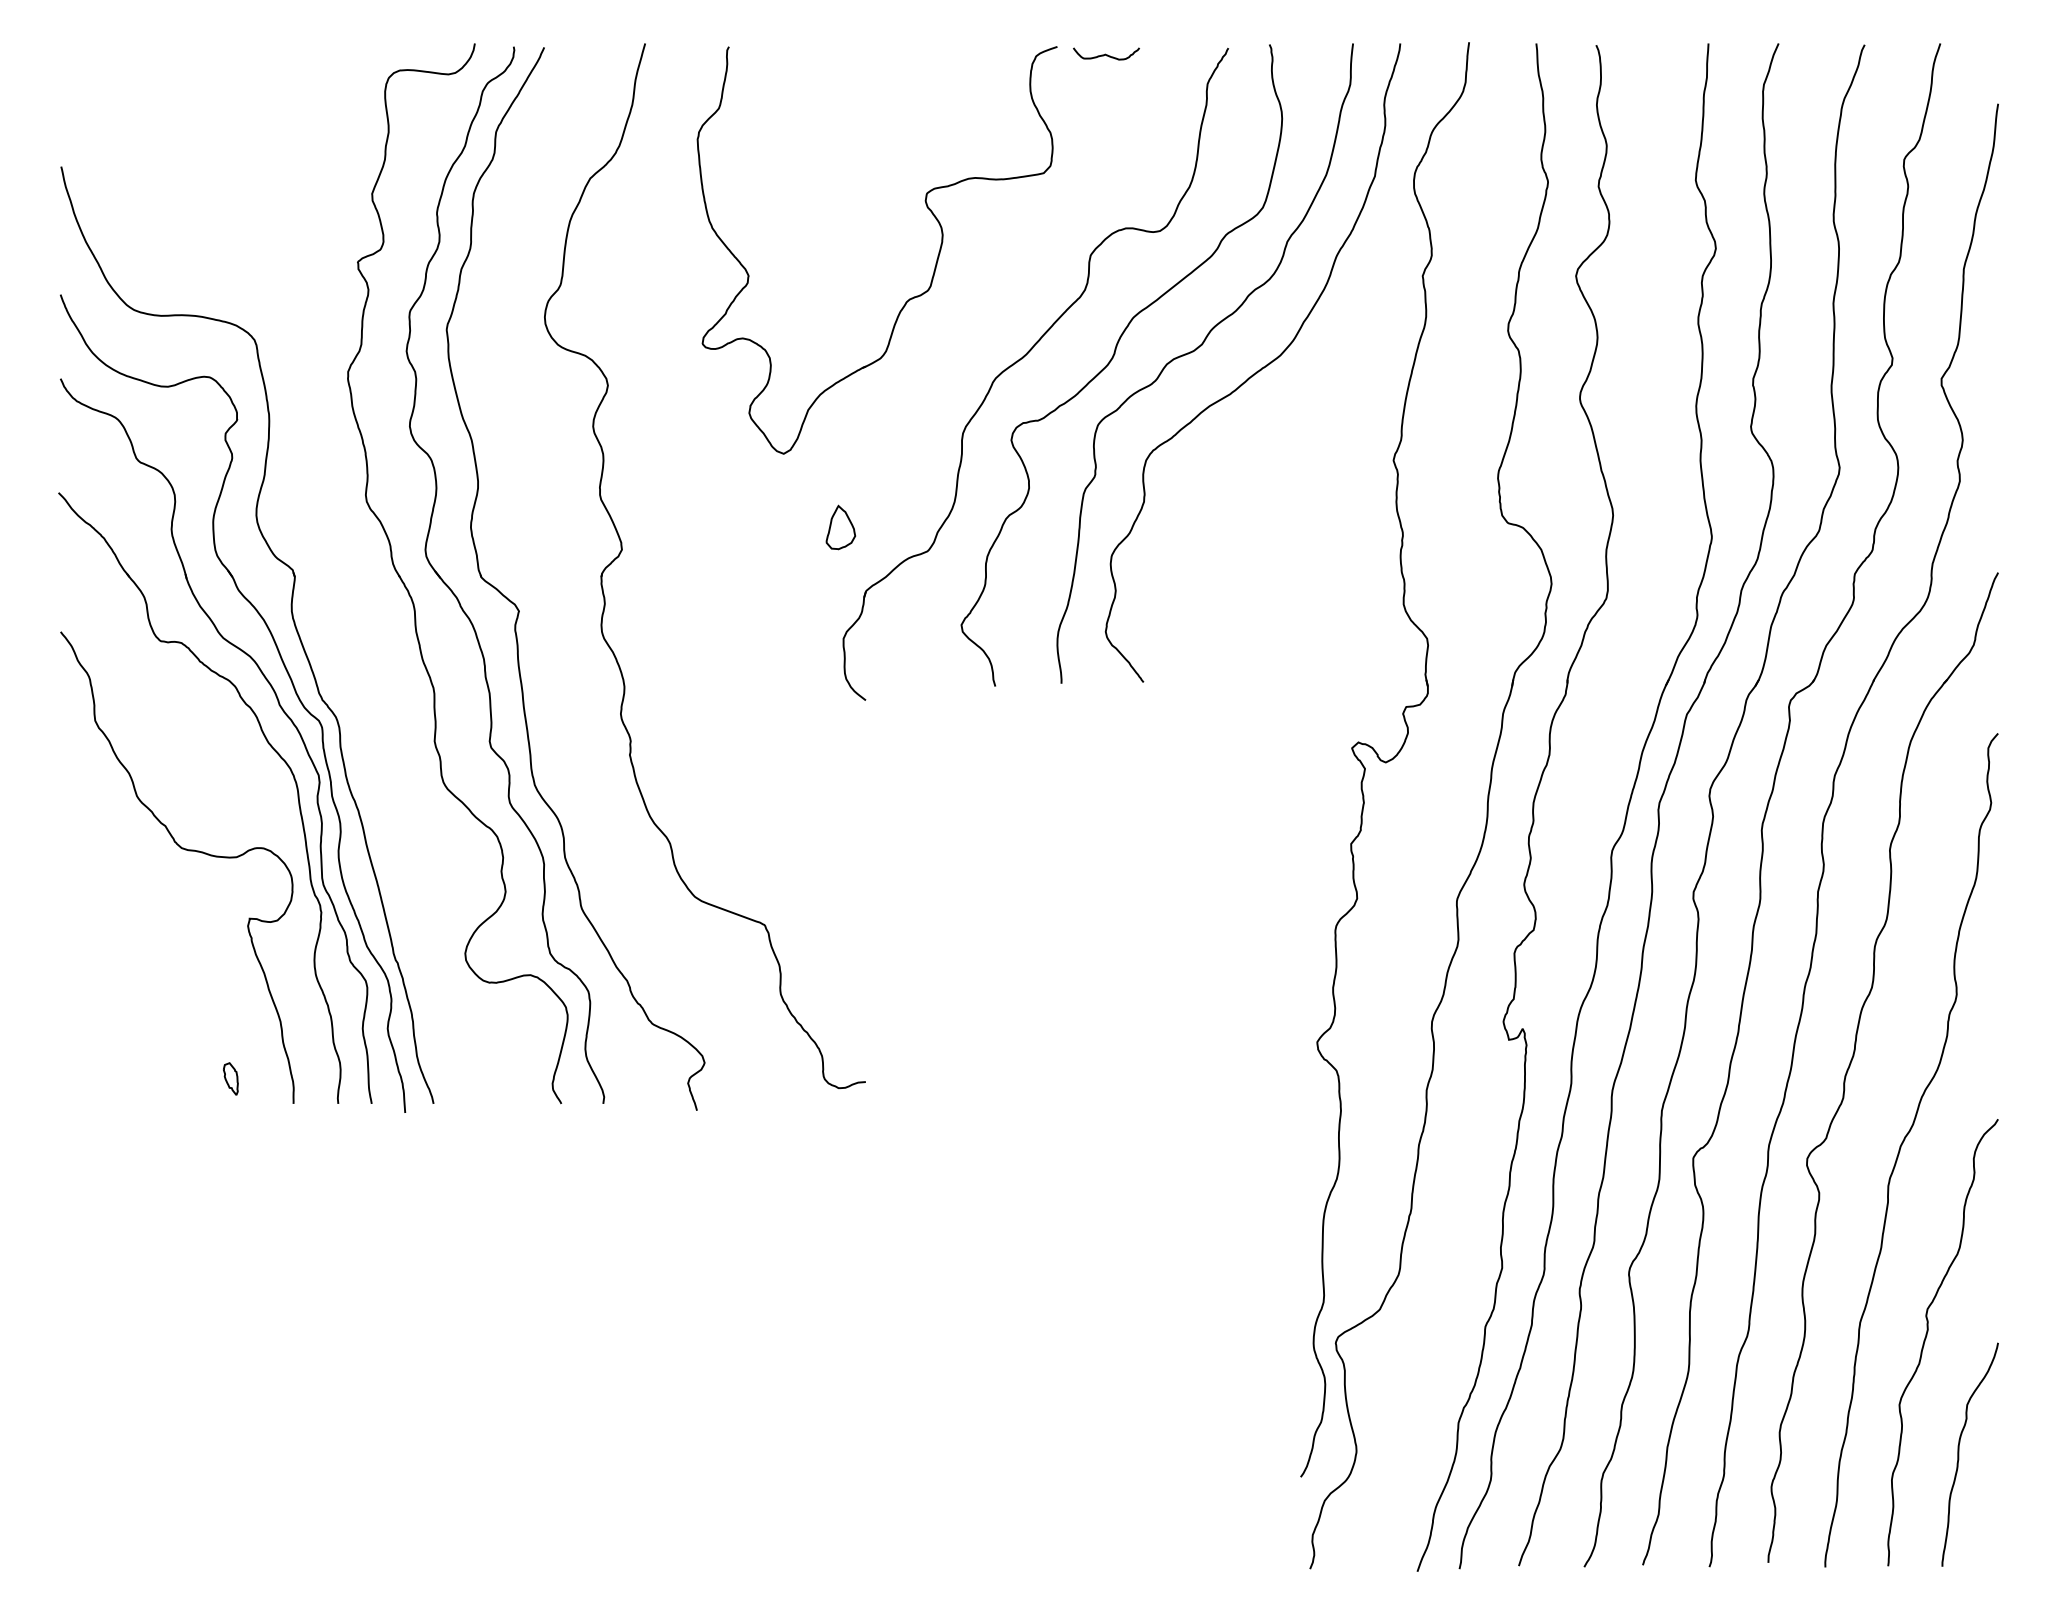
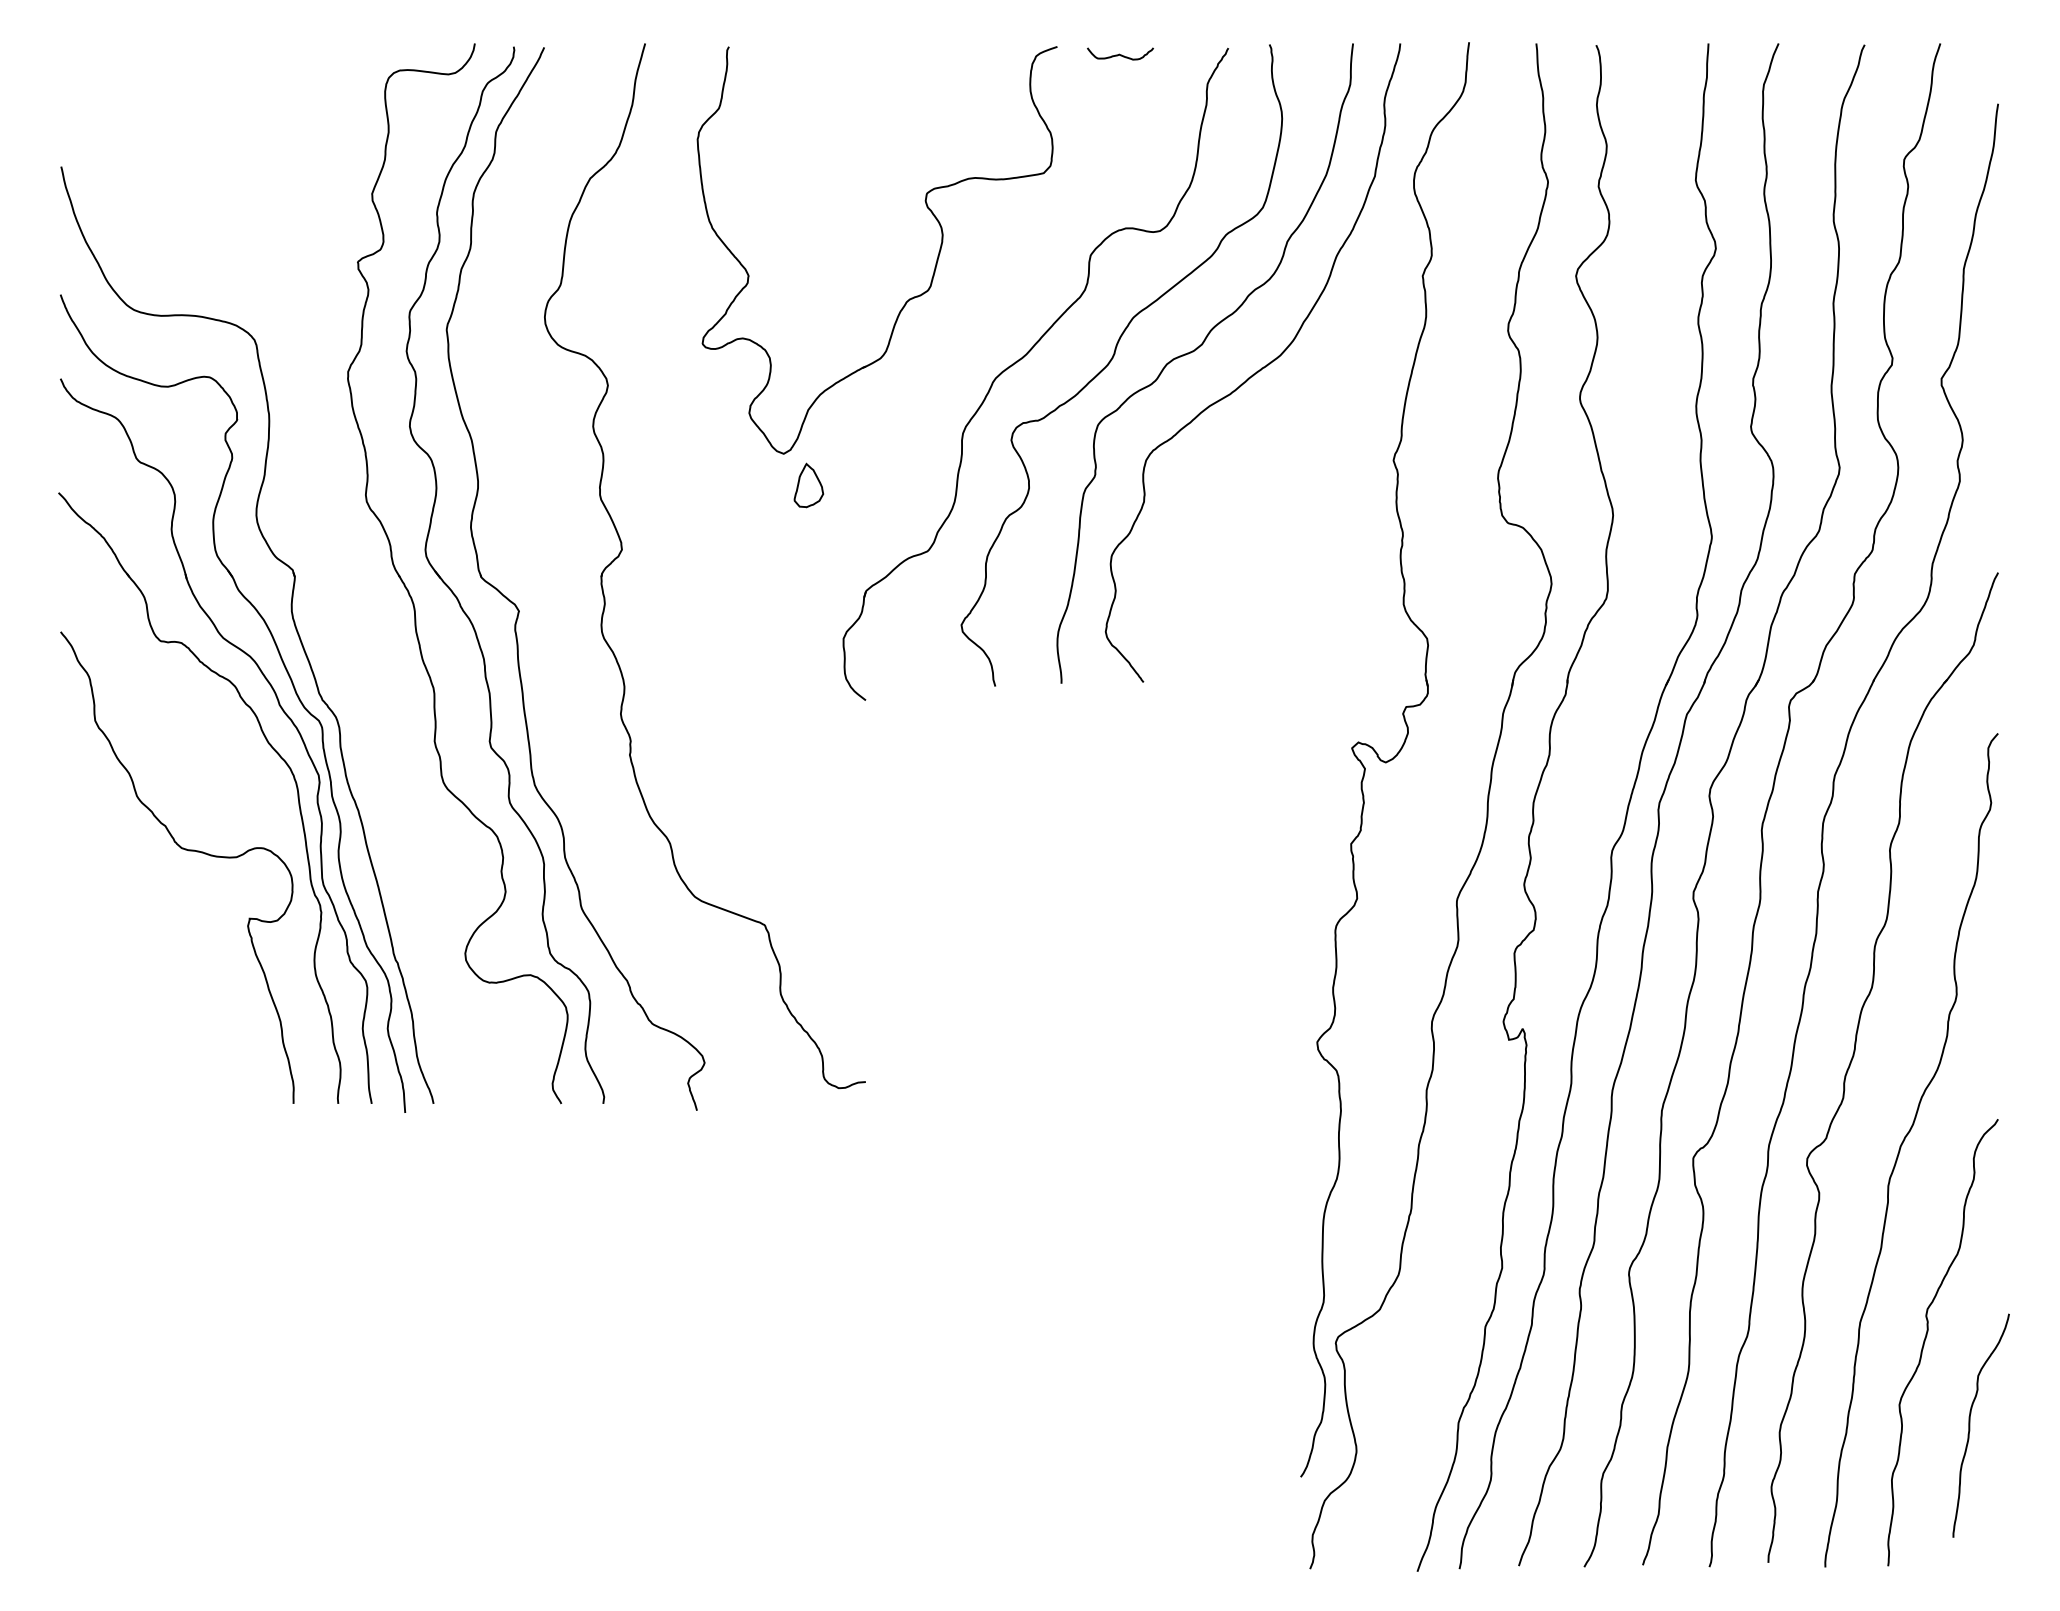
curve at (1105, 53) position: (1105, 53) -> (1119, 53)
part at (840, 527) position: (840, 527) -> (808, 485)
part at (230, 1078): present -> none
curve at (1959, 1454) position: (1959, 1454) -> (1970, 1425)
